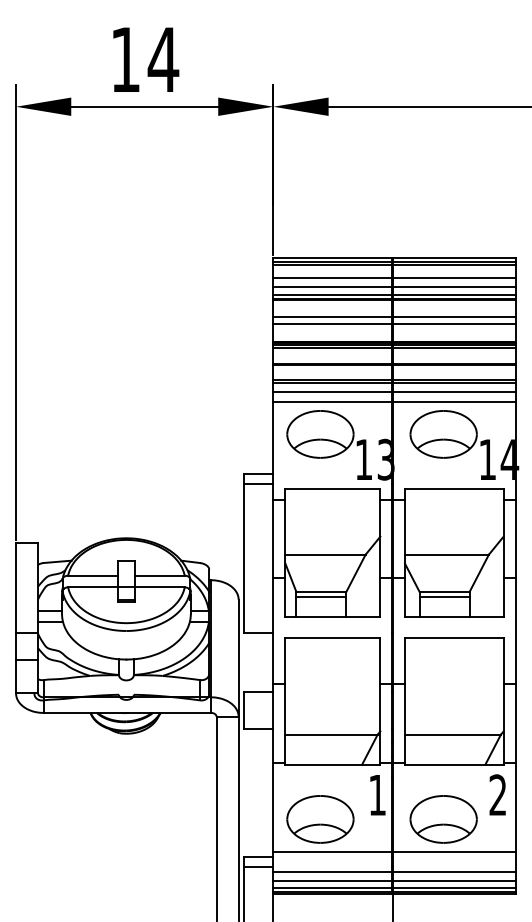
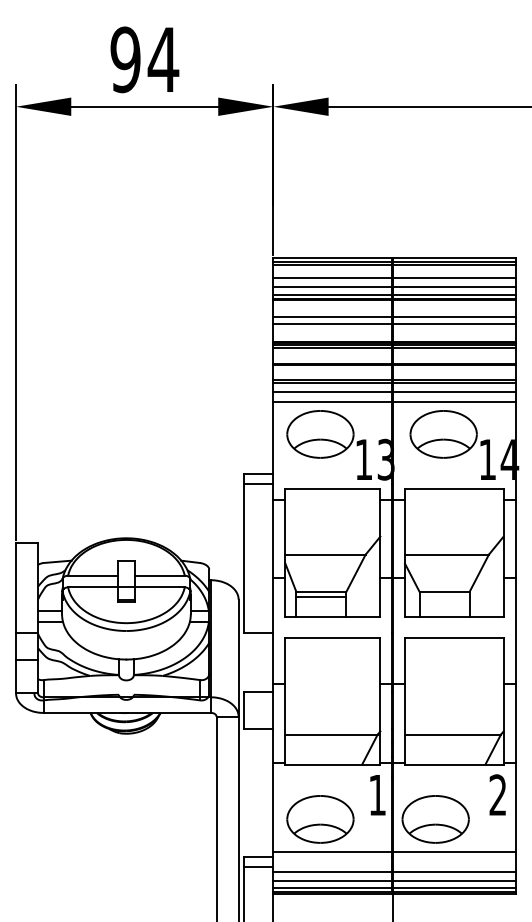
text at (125, 59): 14 -> 94
line at (444, 597): present -> none
part at (443, 819) position: (443, 819) -> (435, 819)
